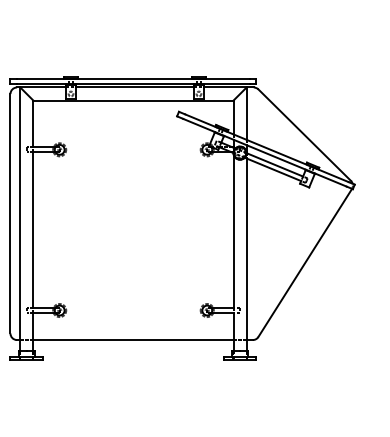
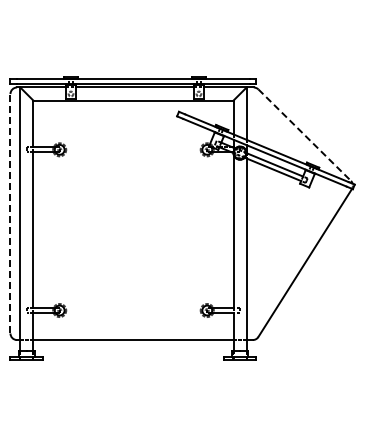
line at (305, 135): solid -> dashed
line at (10, 213): solid -> dashed
